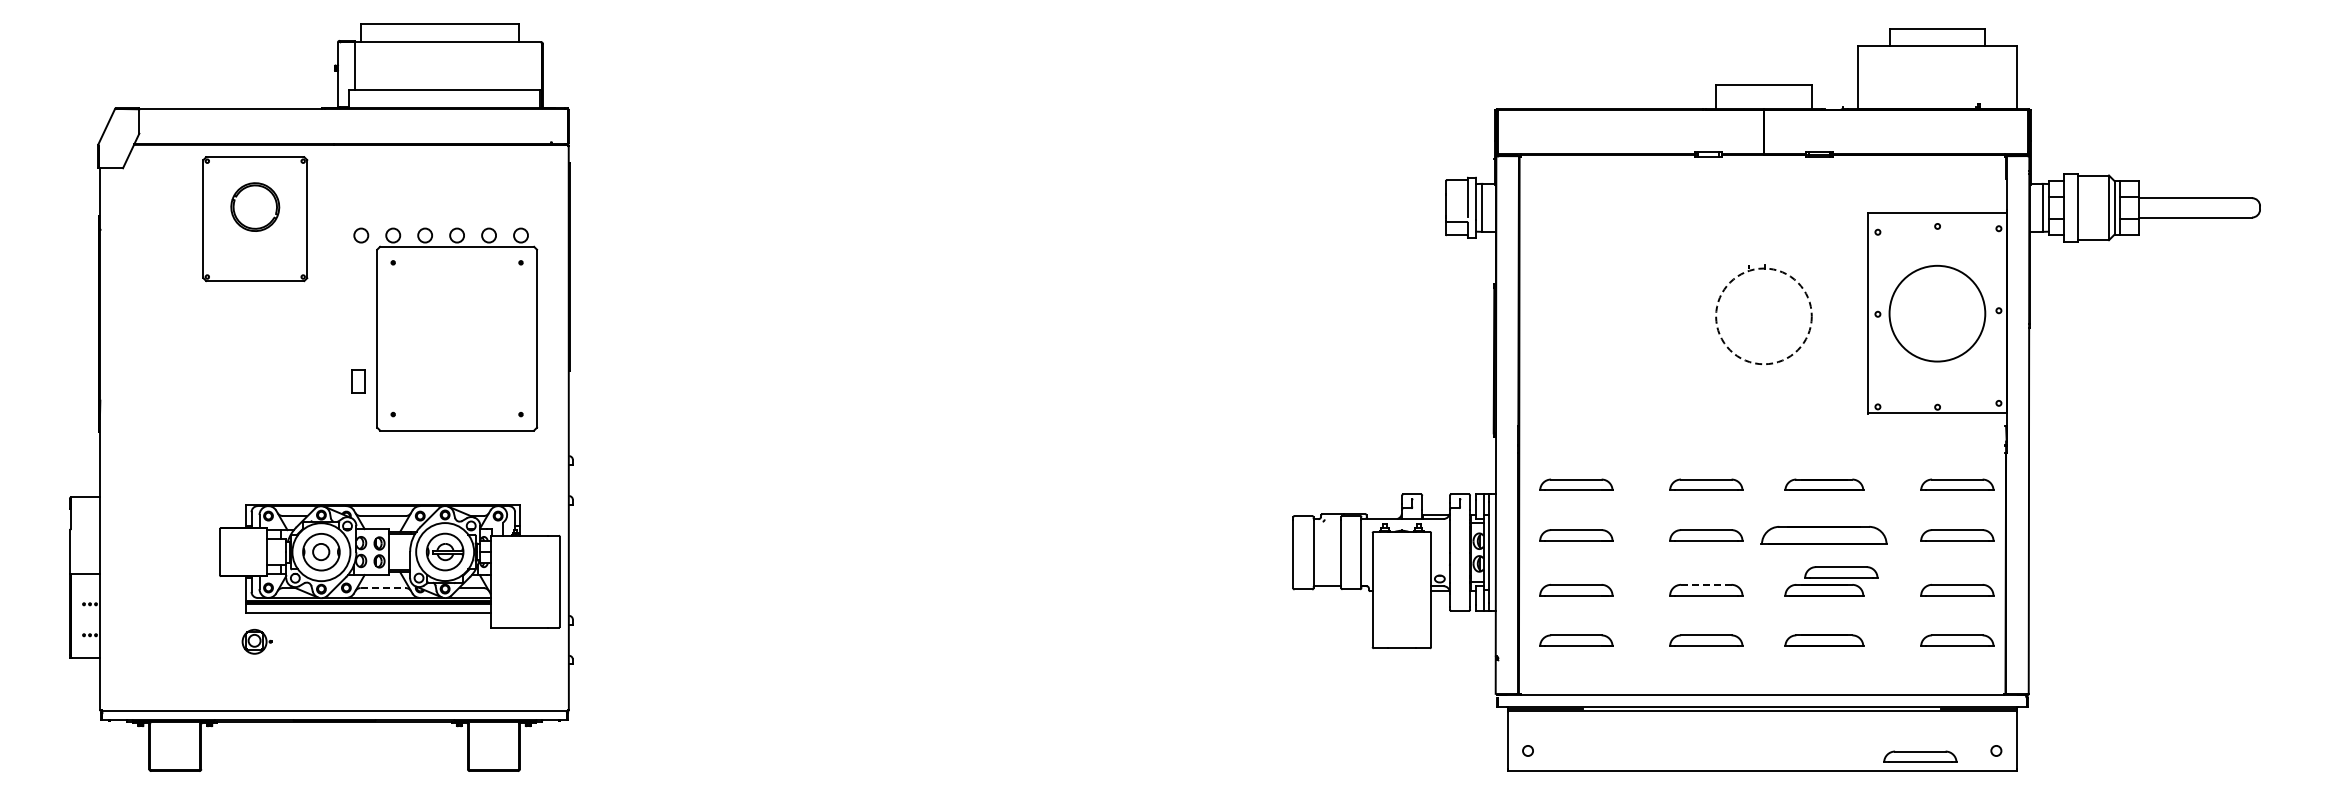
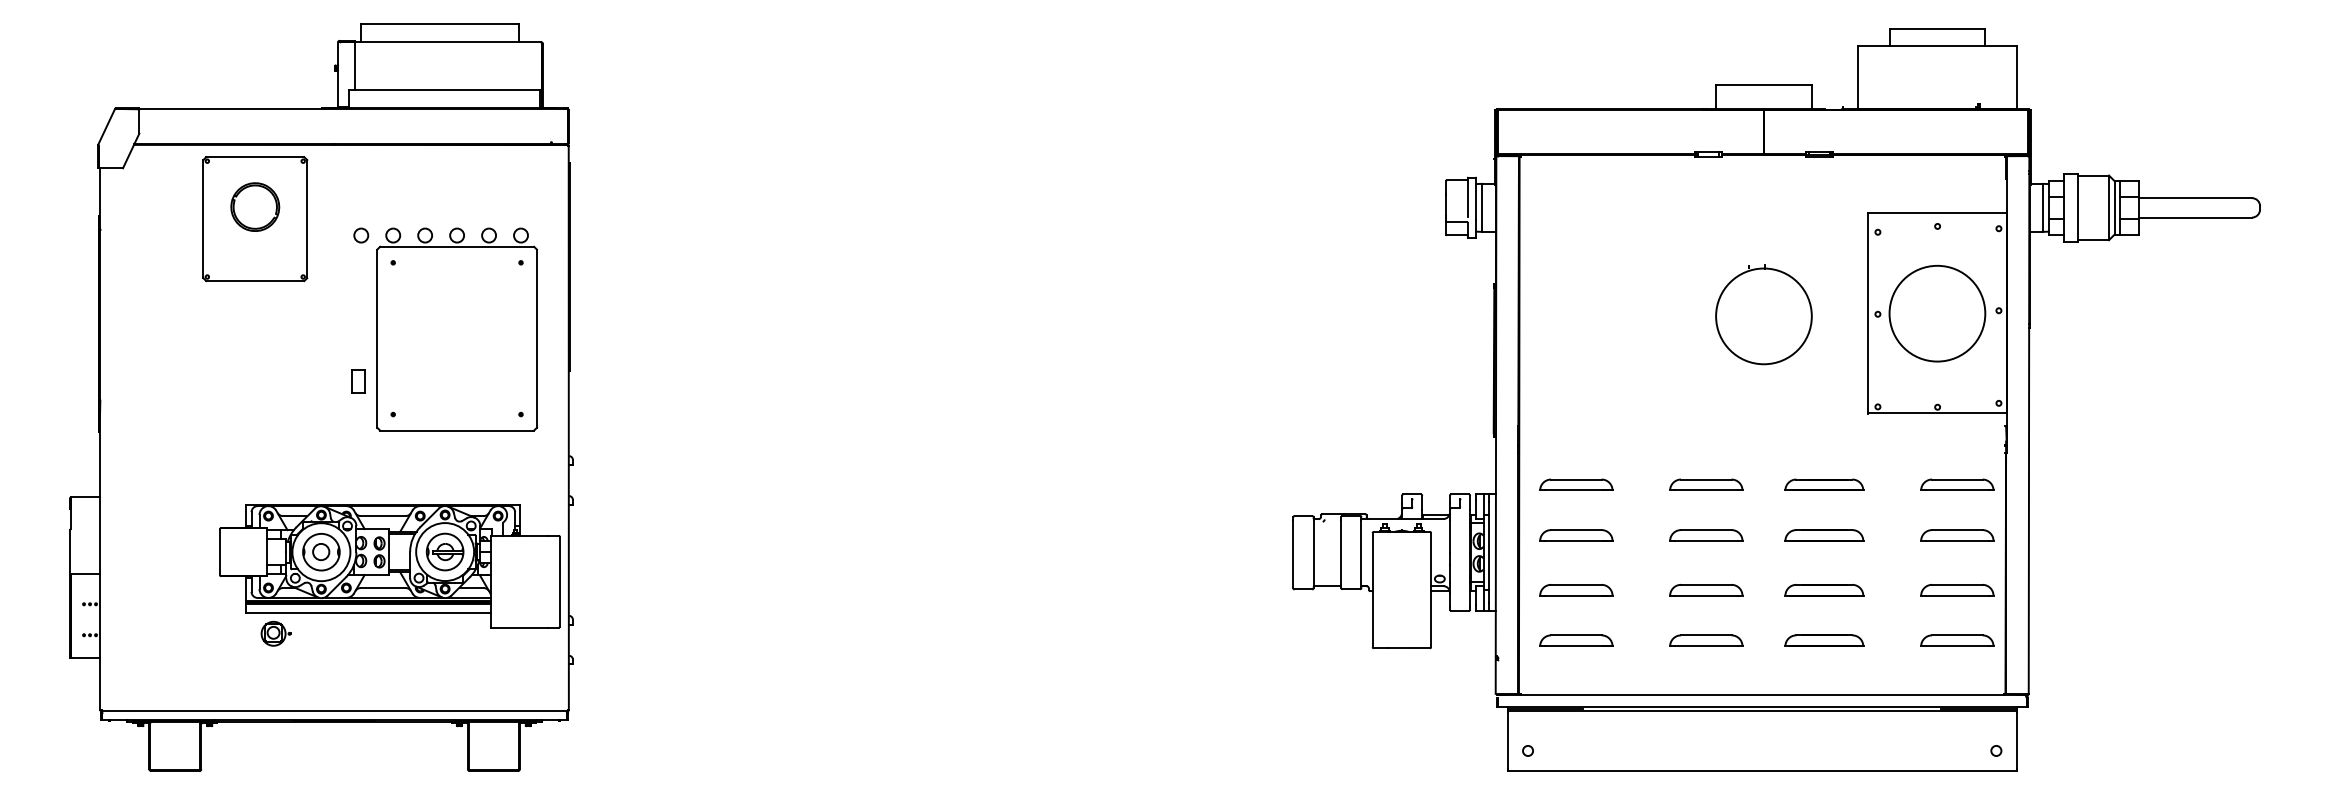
circle at (1763, 316): dashed -> solid
part at (1823, 535) size: 128x19 px -> 81x13 px
part at (1841, 572): present -> none
line at (1705, 584): dashed -> solid
line at (383, 588): dashed -> solid
part at (256, 641) position: (256, 641) -> (275, 633)
part at (1920, 756): present -> none
